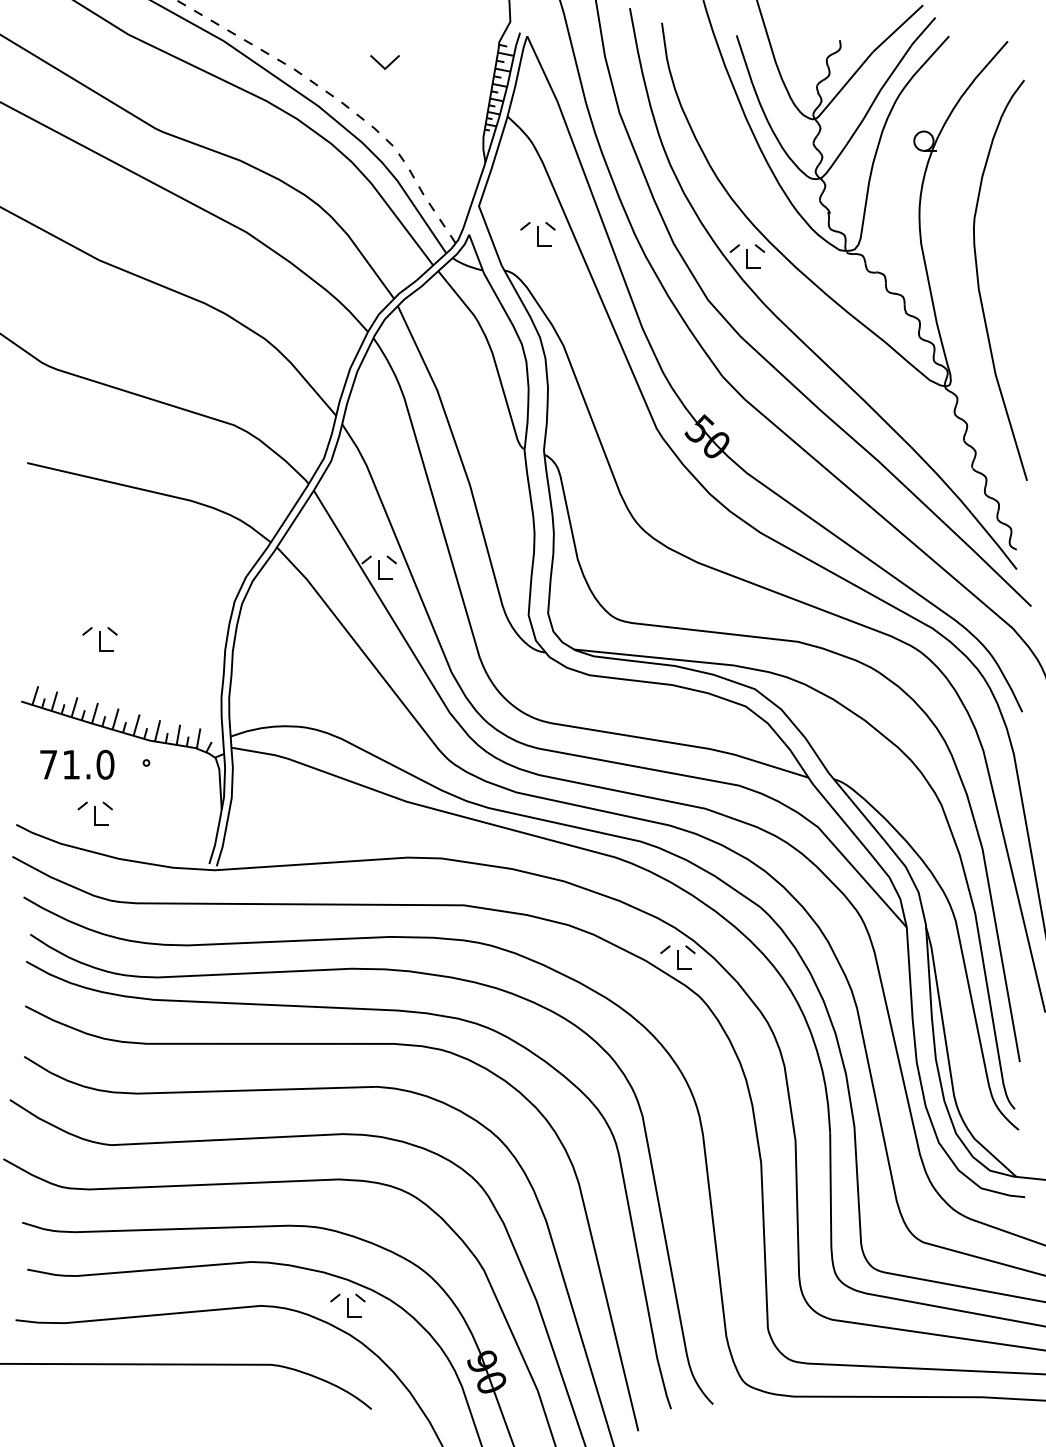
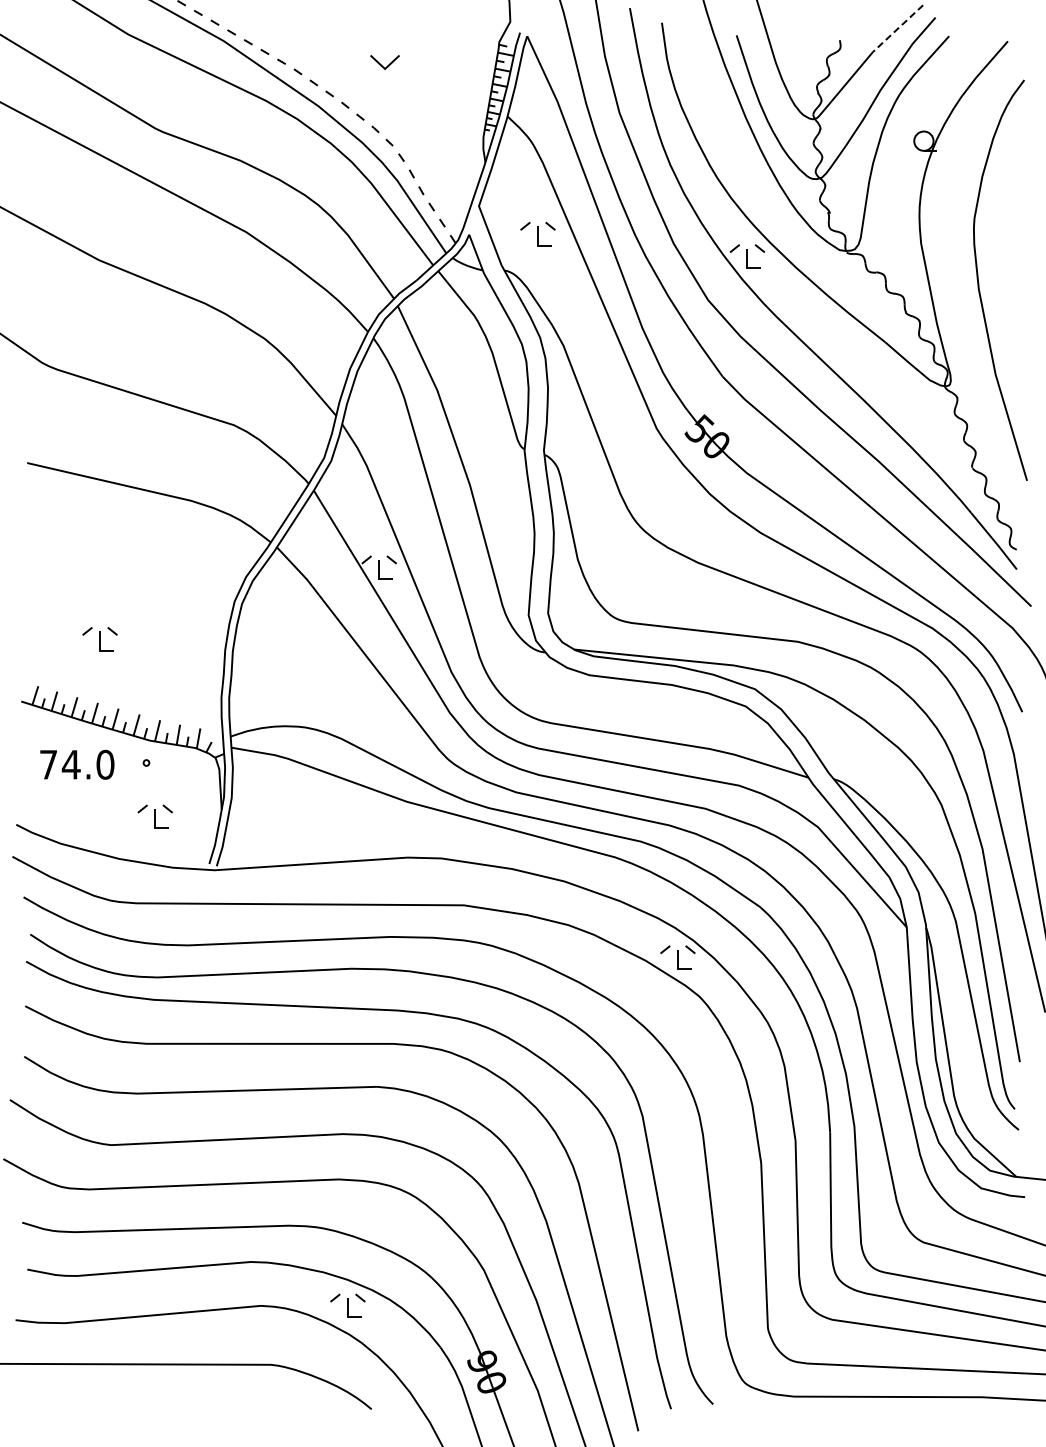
line at (897, 29): solid -> dashed
text at (70, 764): 71.0 -> 74.0
part at (94, 813) position: (94, 813) -> (154, 816)
